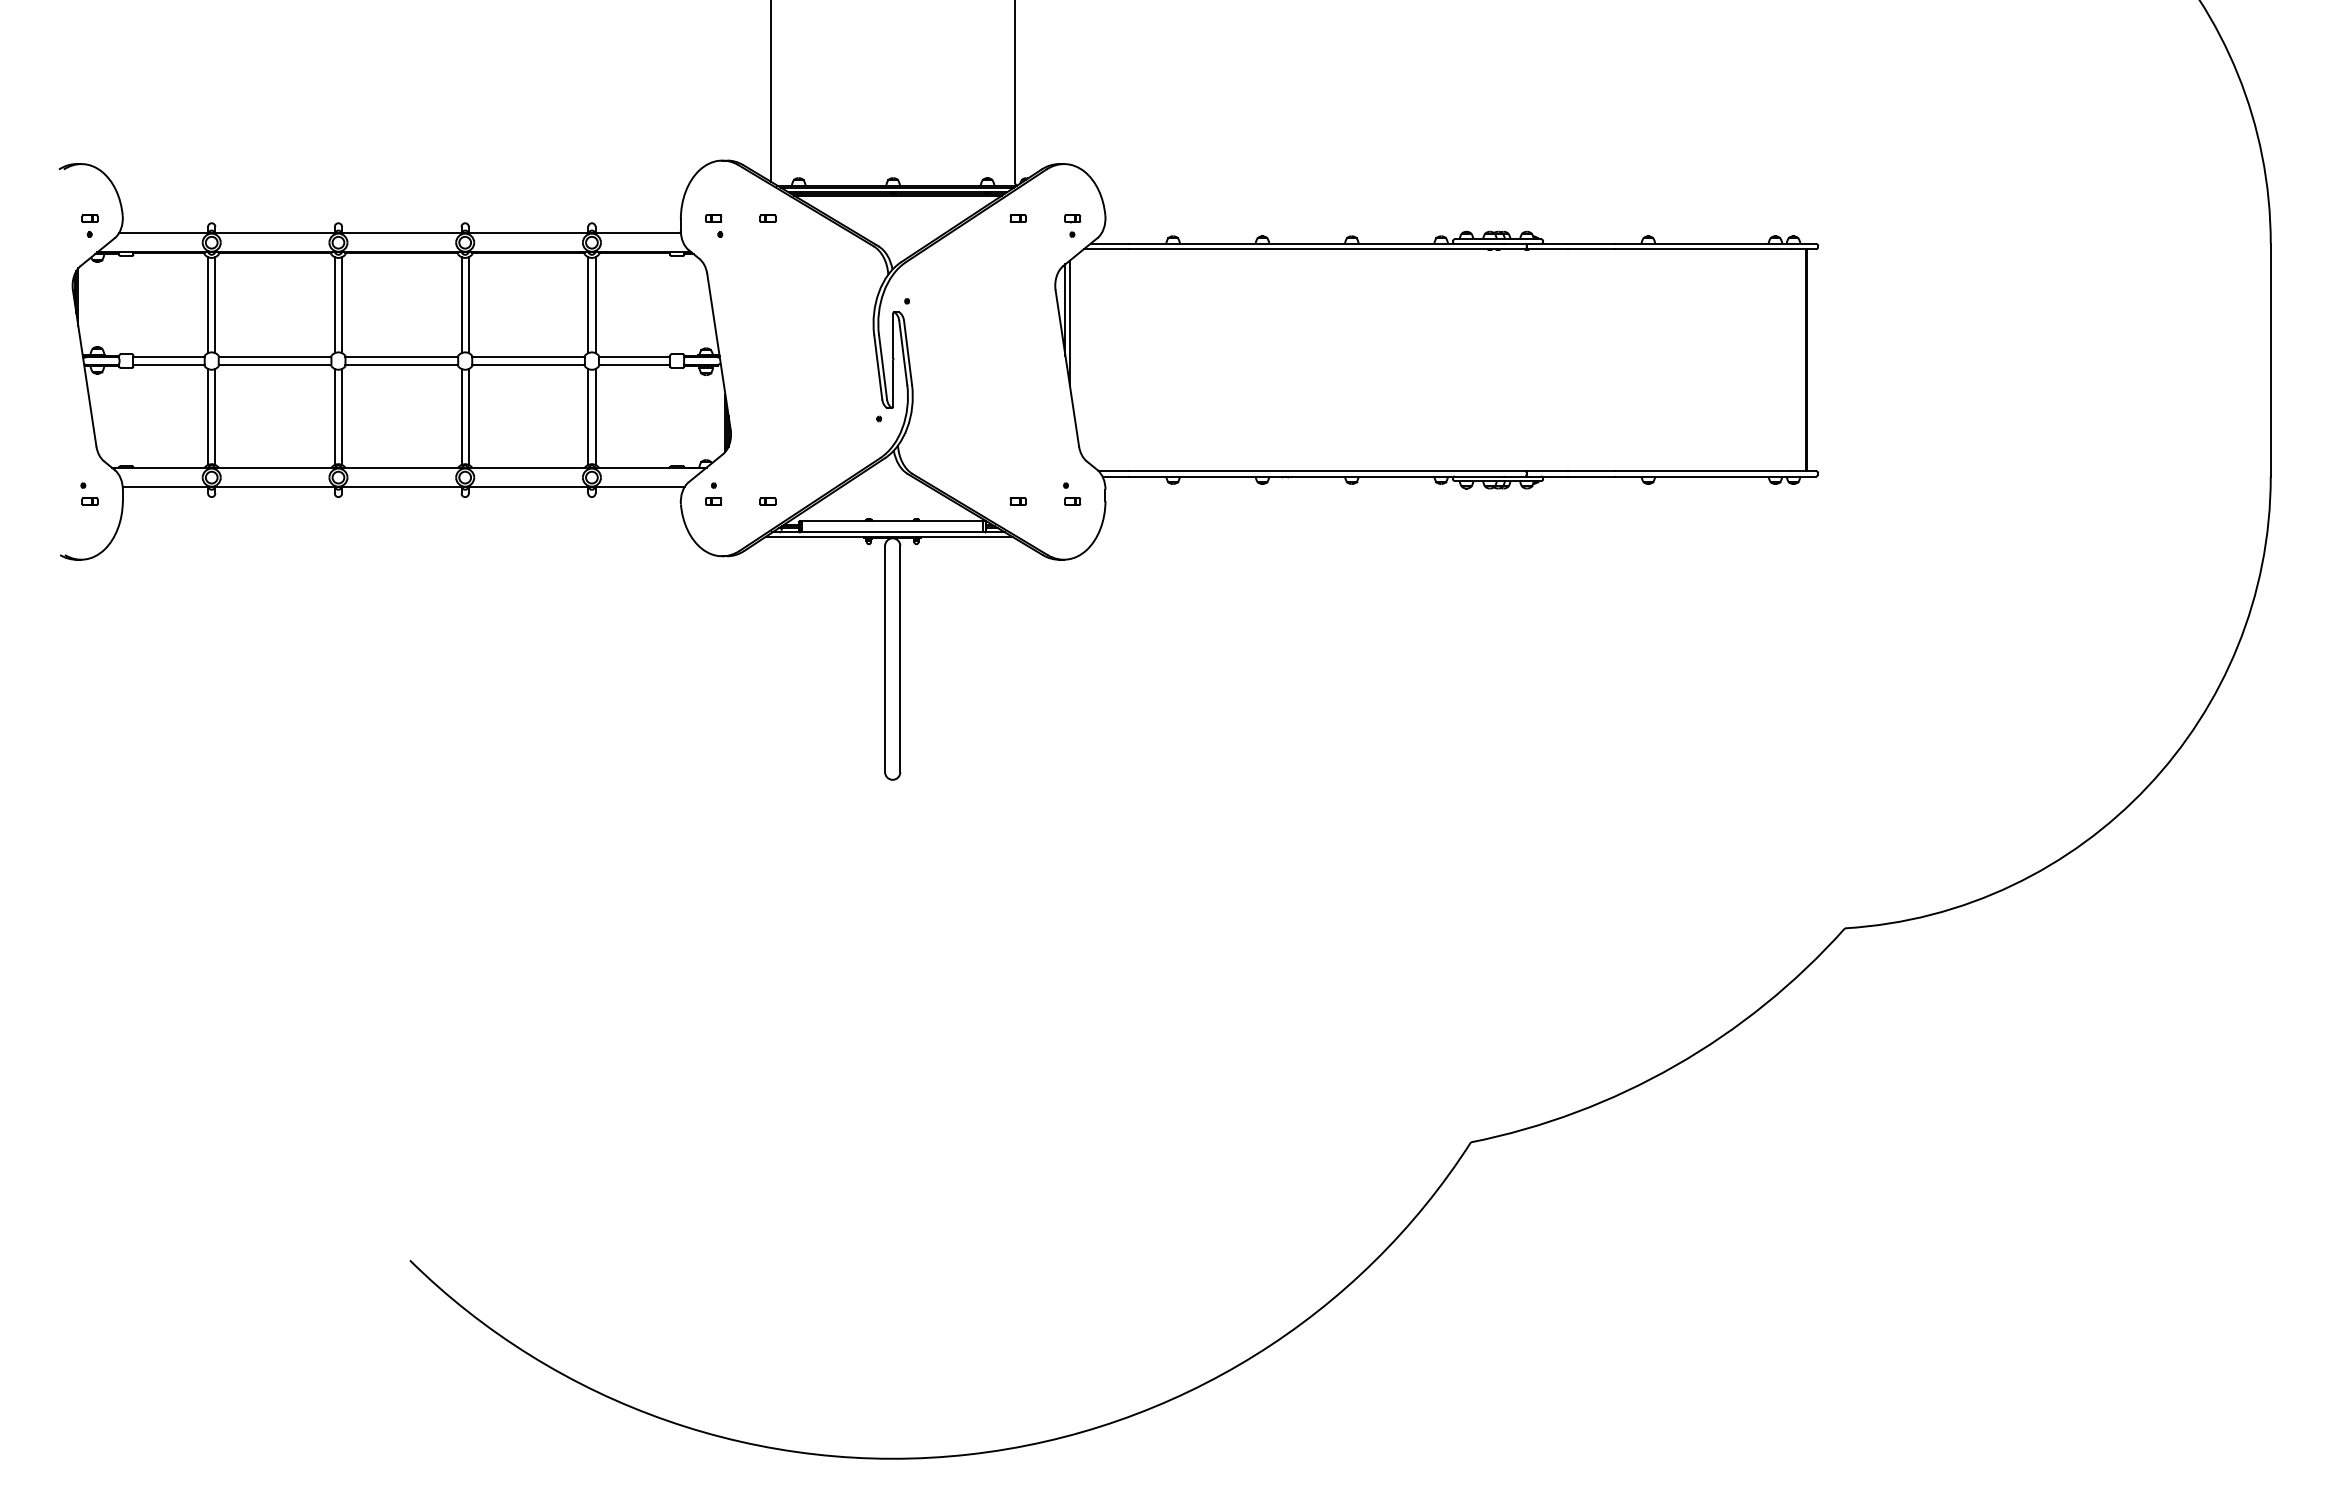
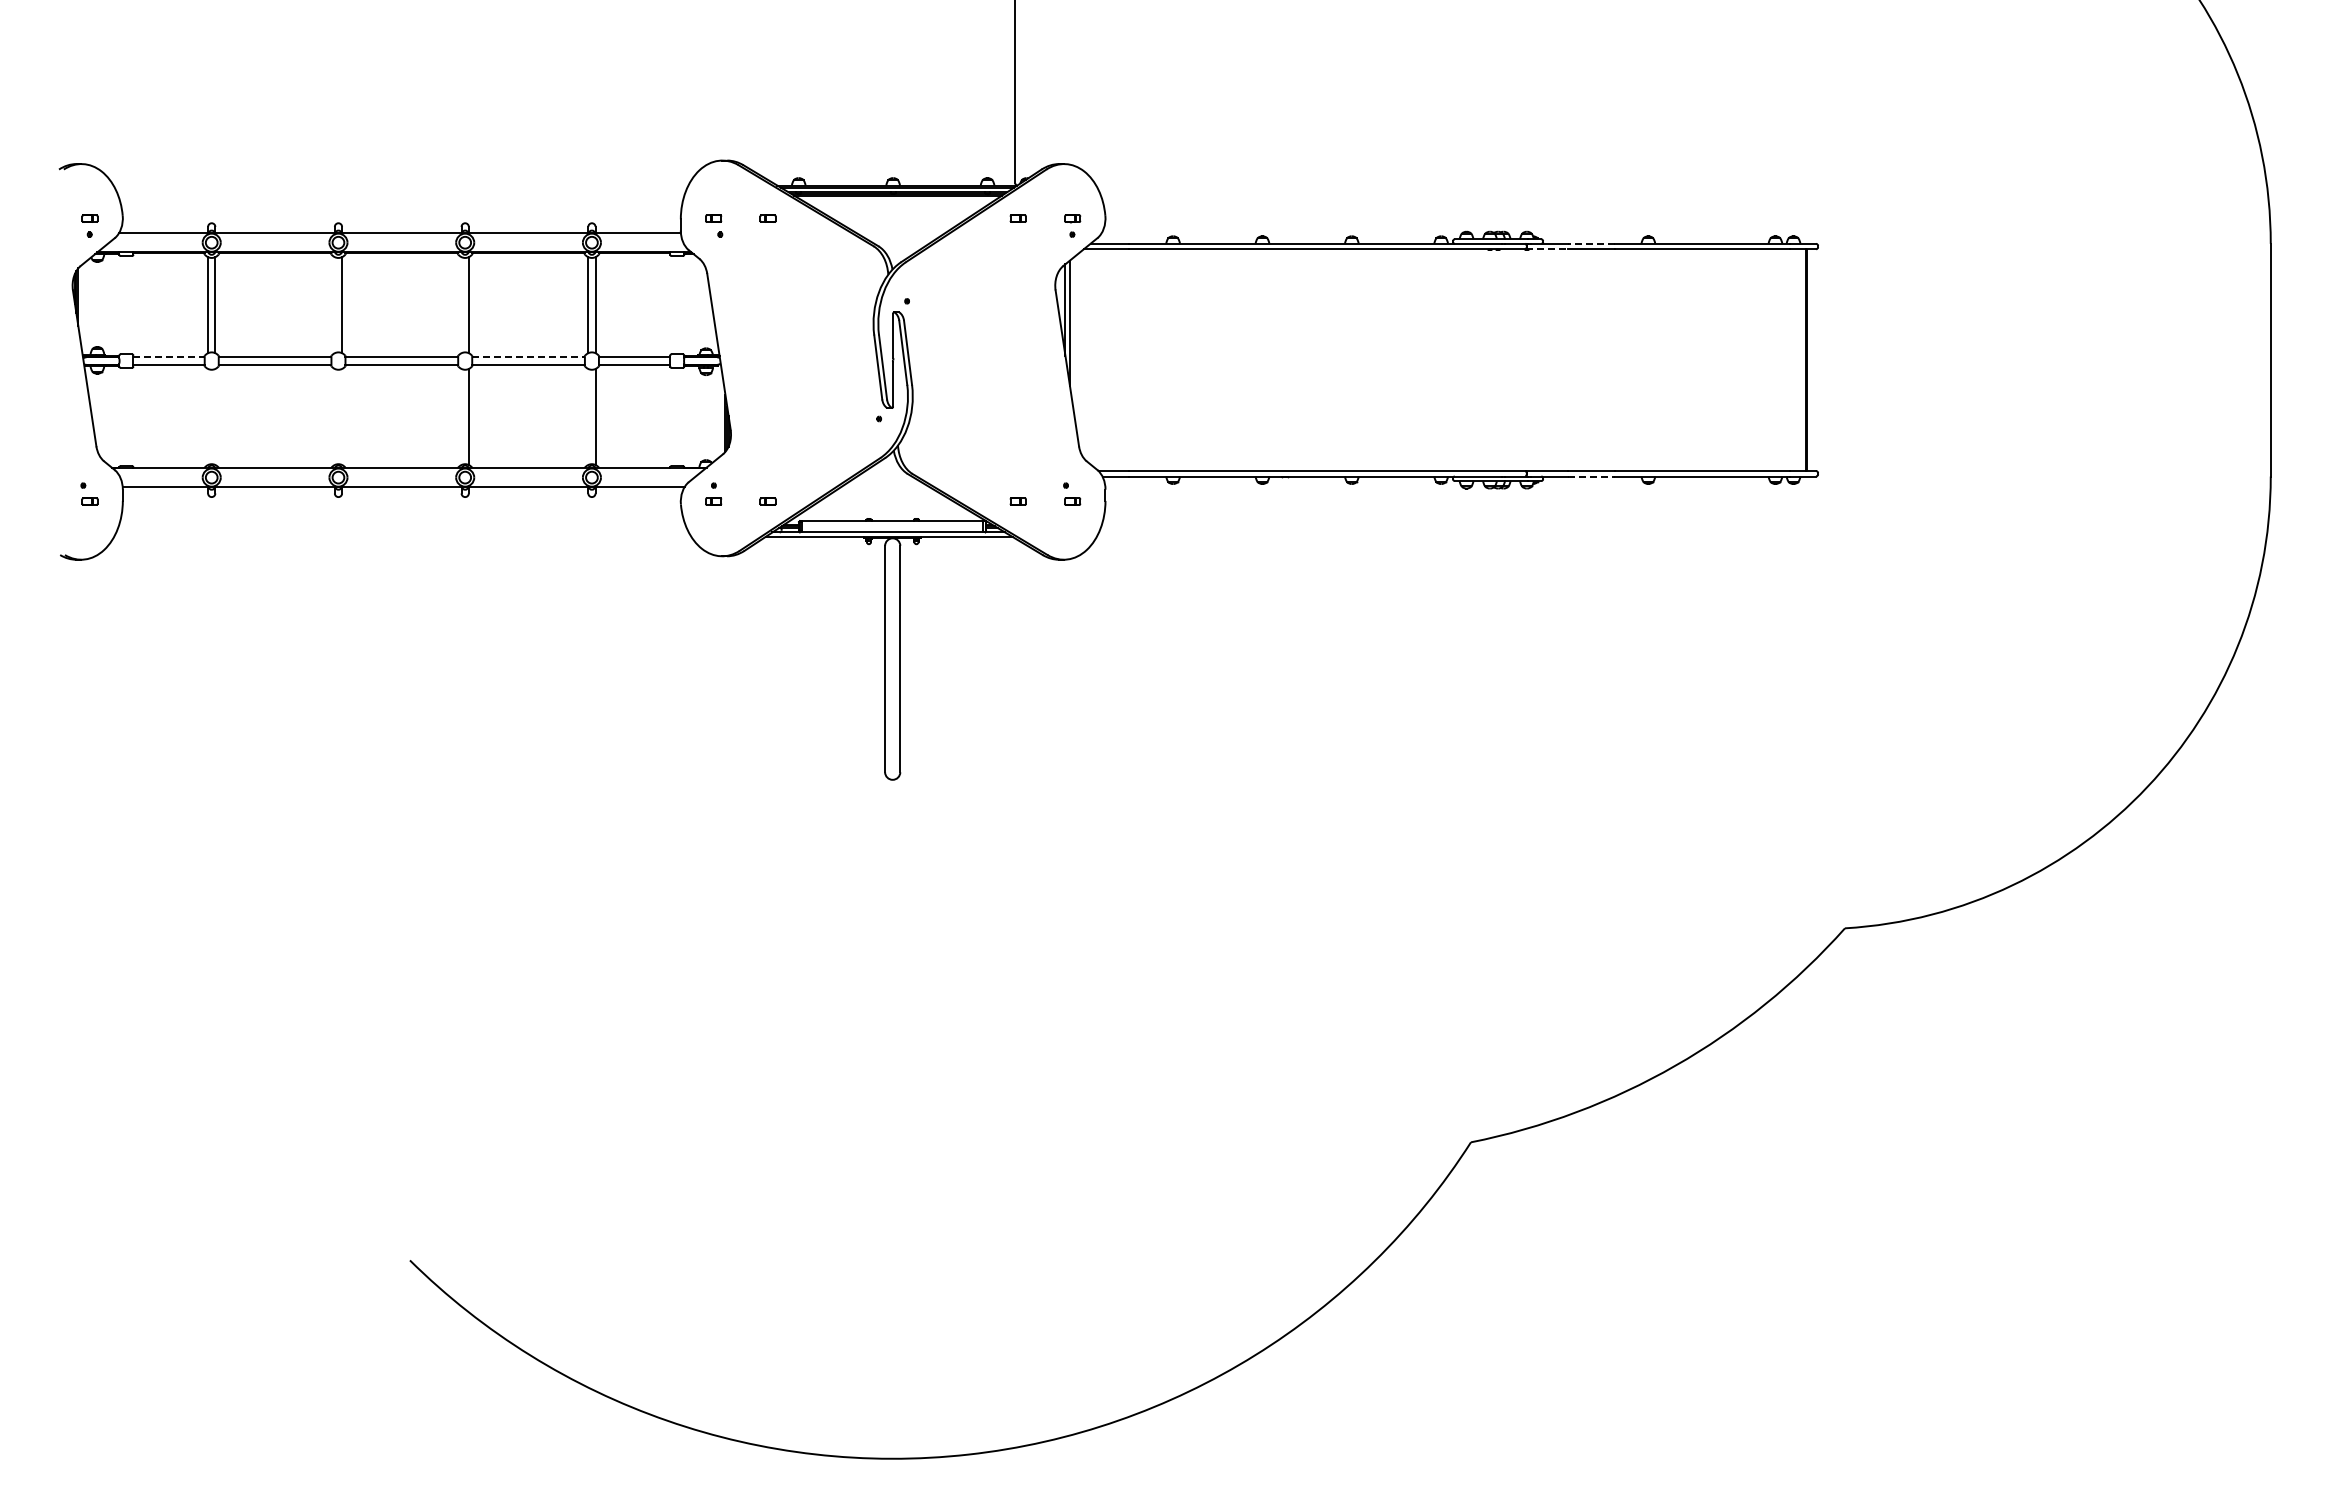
line at (770, 91): present -> none
line at (1591, 243): solid -> dashed
line at (1547, 249): solid -> dashed
line at (334, 305): present -> none
line at (461, 305): present -> none
line at (169, 357): solid -> dashed
line at (529, 357): solid -> dashed
line at (208, 416): present -> none
line at (215, 416): present -> none
line at (334, 416): present -> none
line at (342, 416): present -> none
line at (461, 416): present -> none
line at (588, 416): present -> none
line at (1592, 476): solid -> dashed
